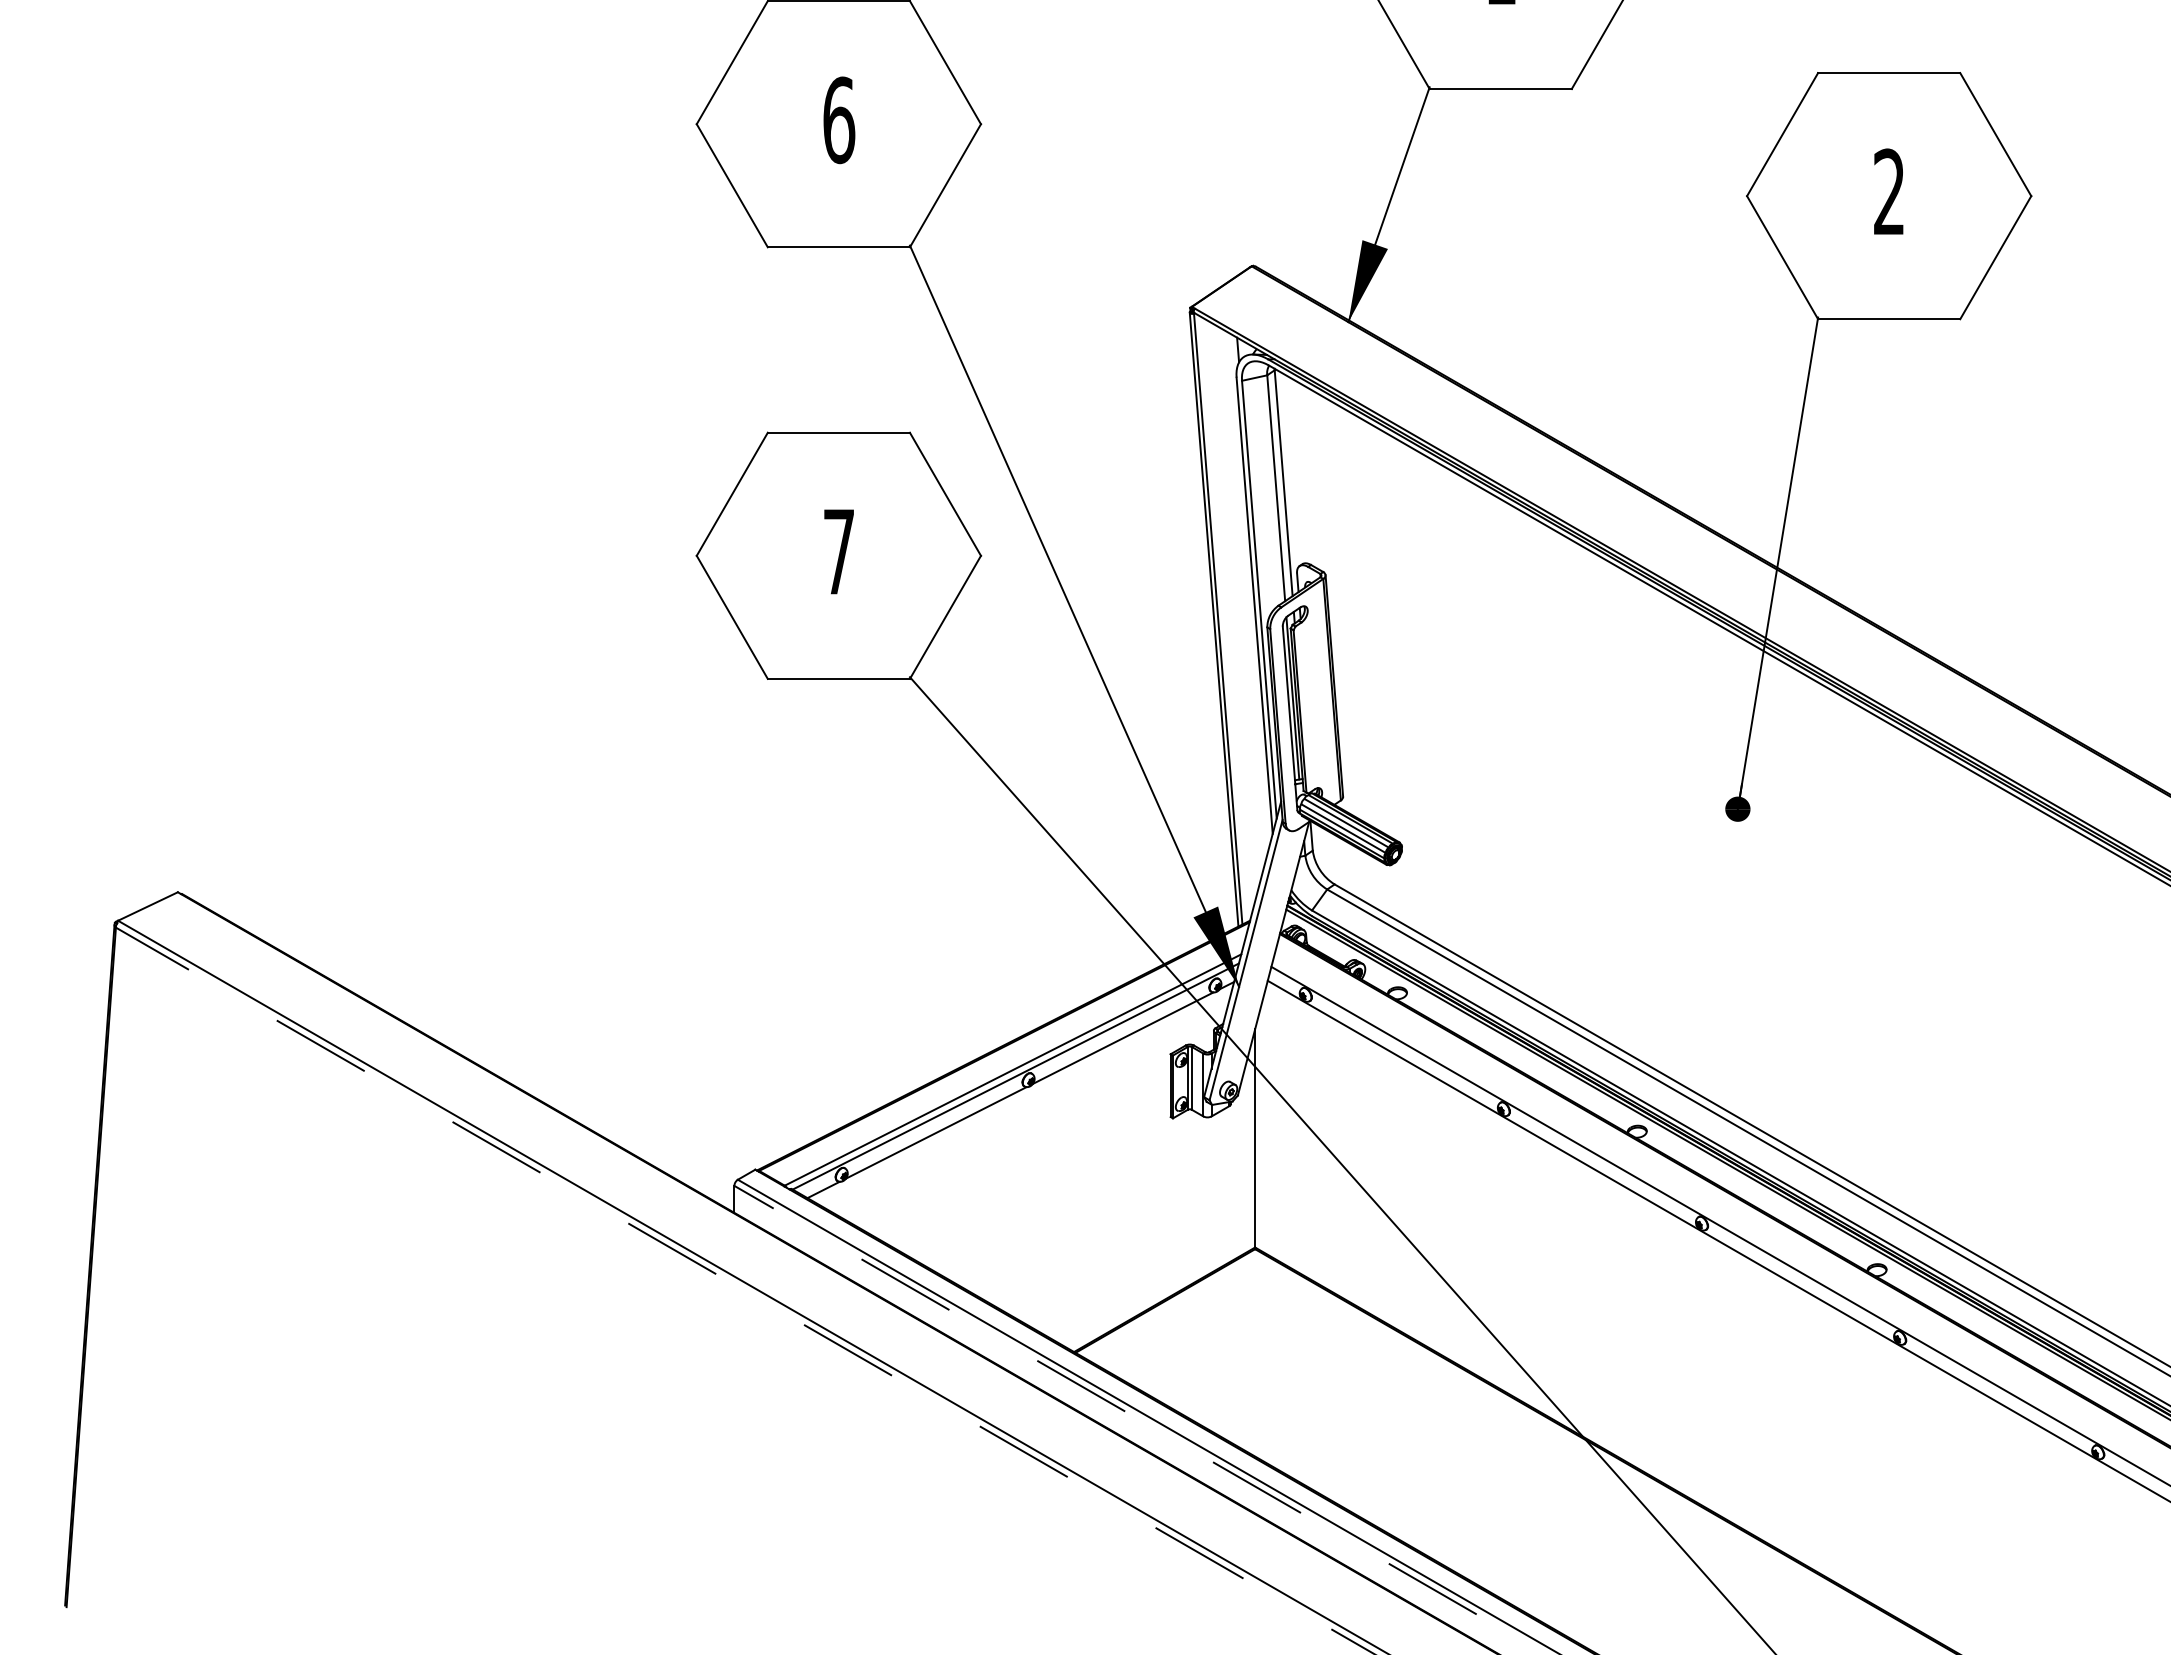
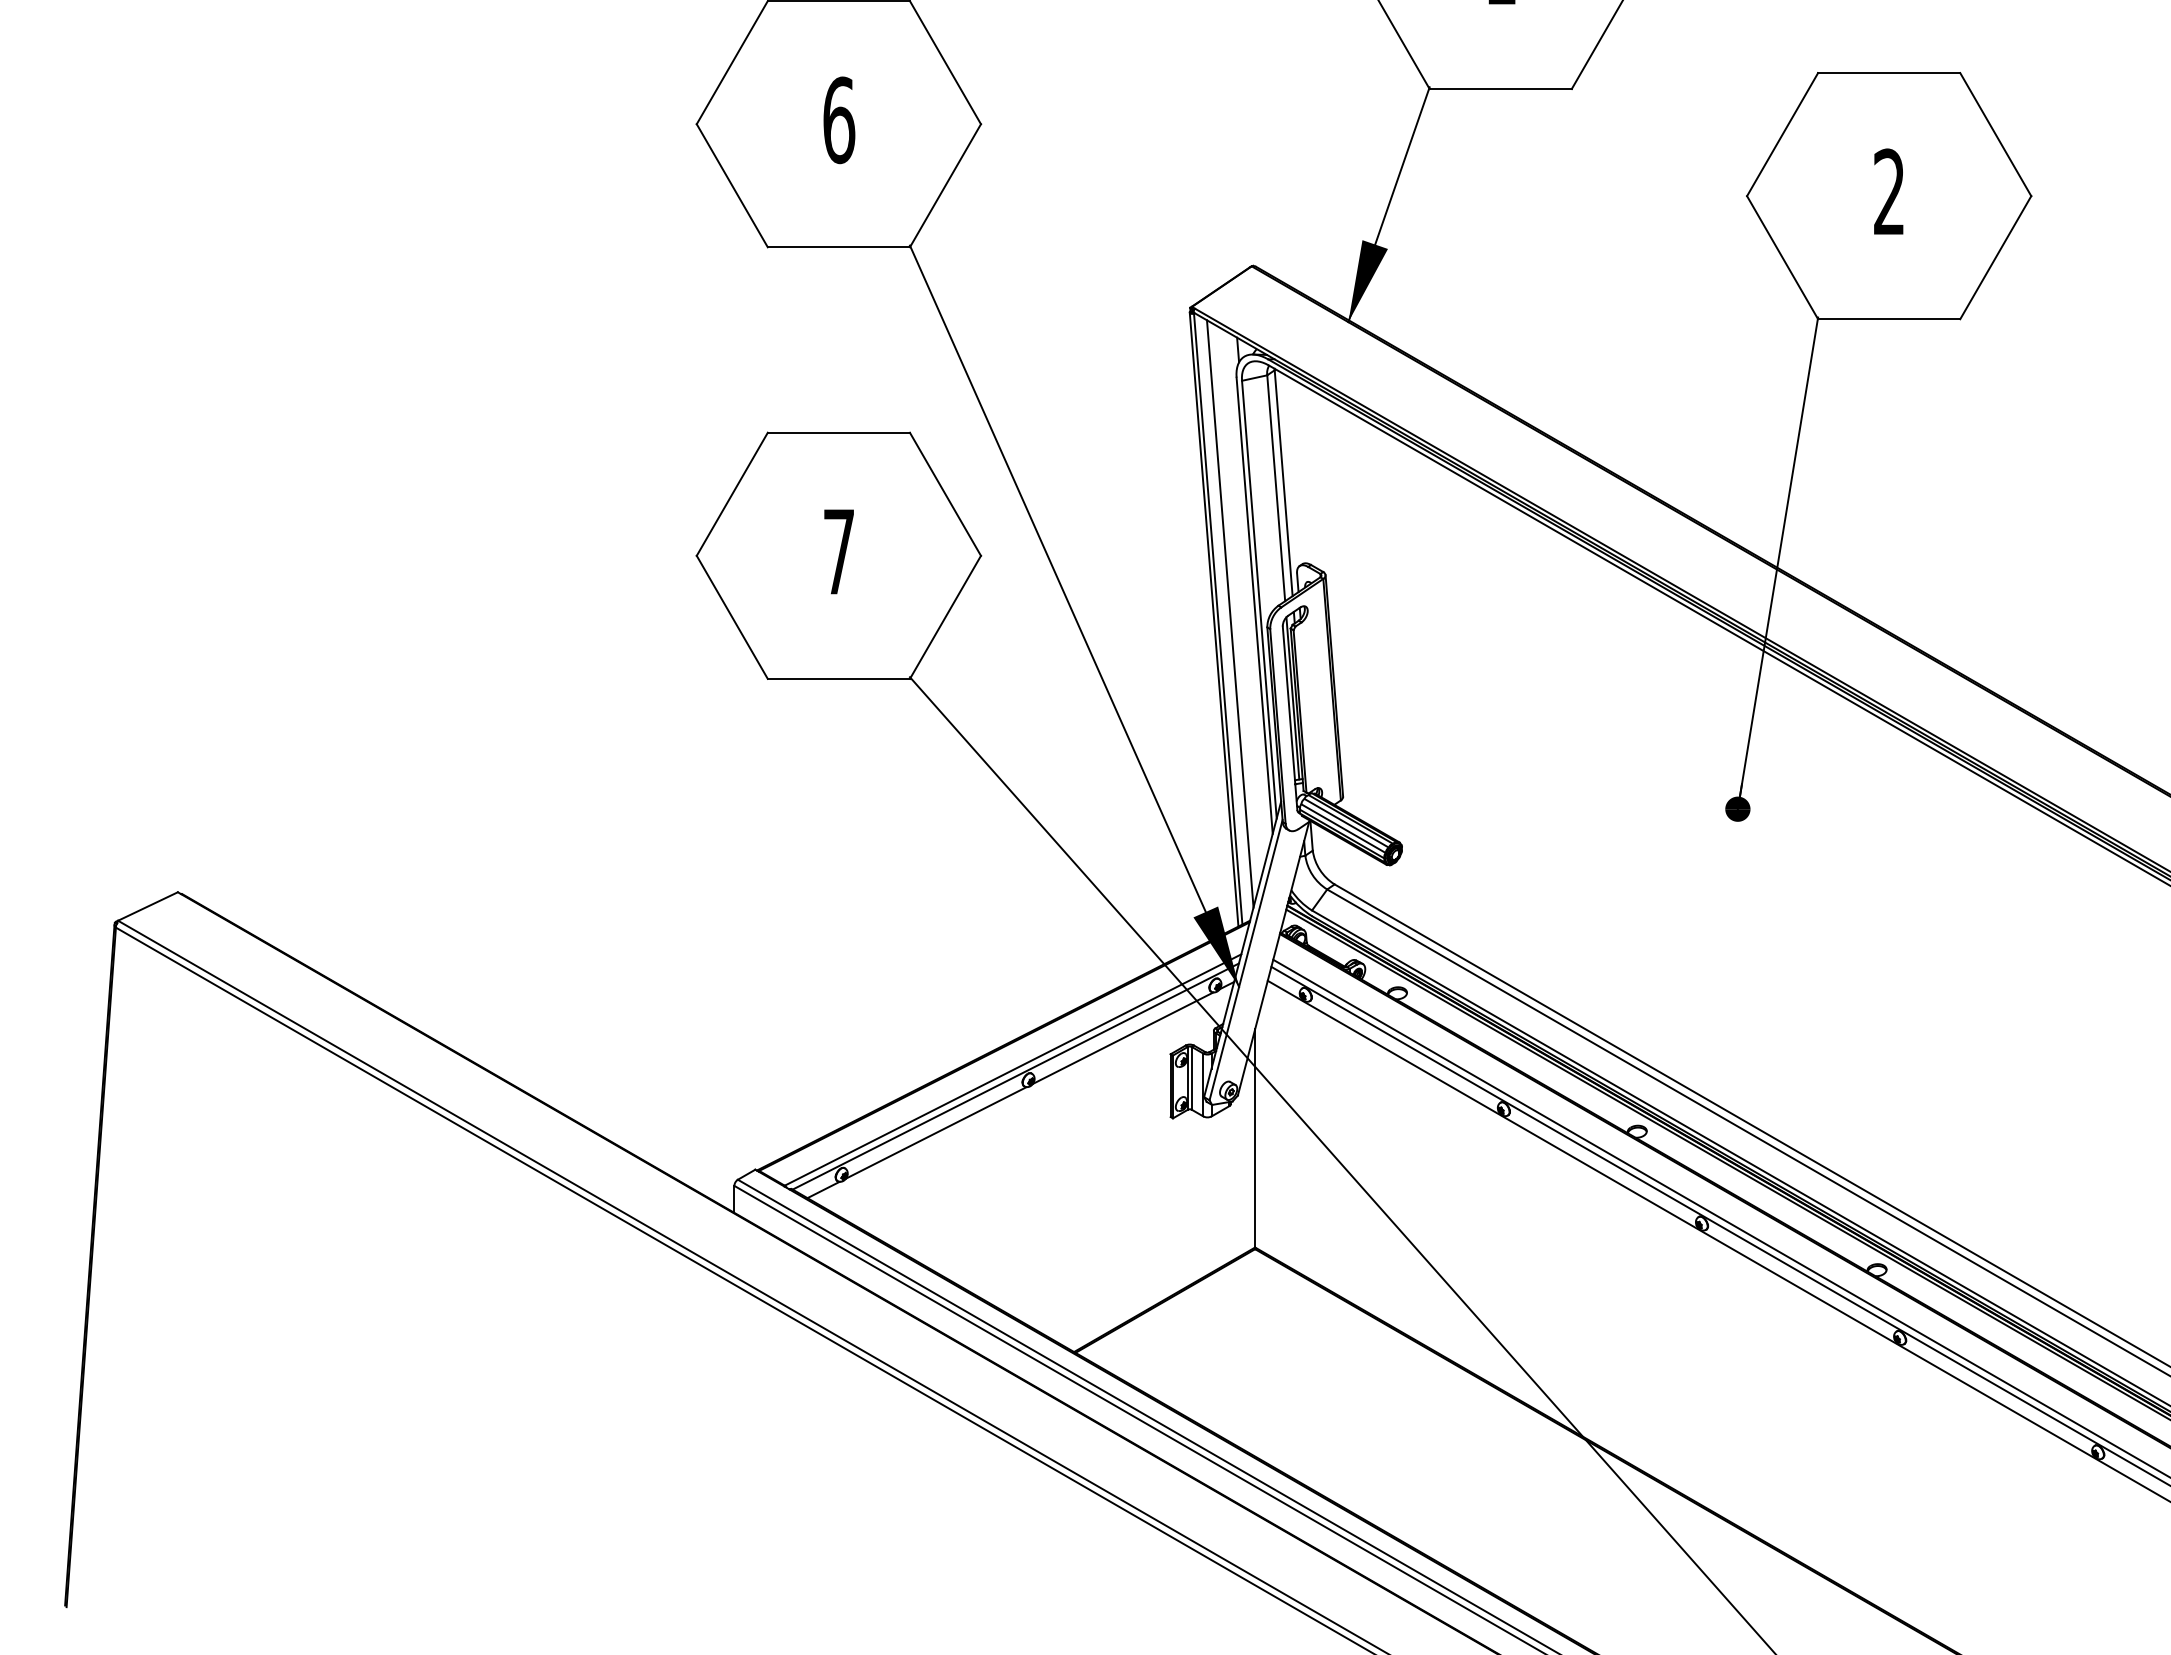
line at (1229, 613): none -> present
line at (1720, 1217): none -> present
line at (745, 1291): dashed -> solid
line at (1140, 1420): dashed -> solid
